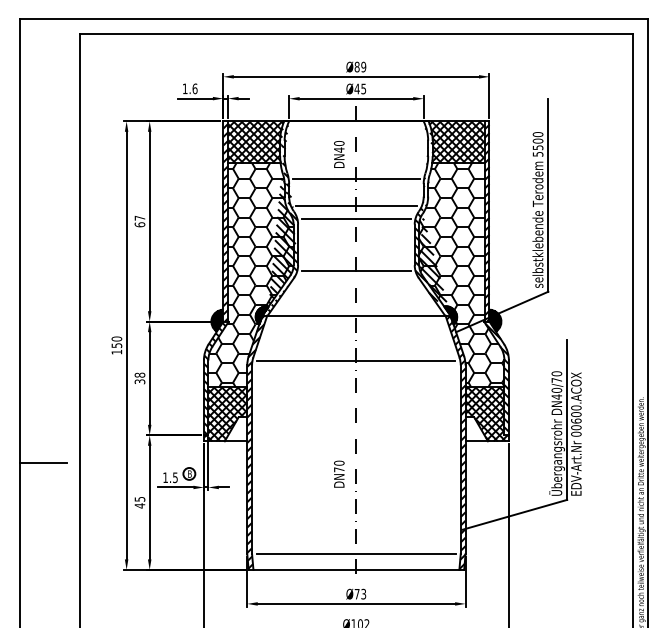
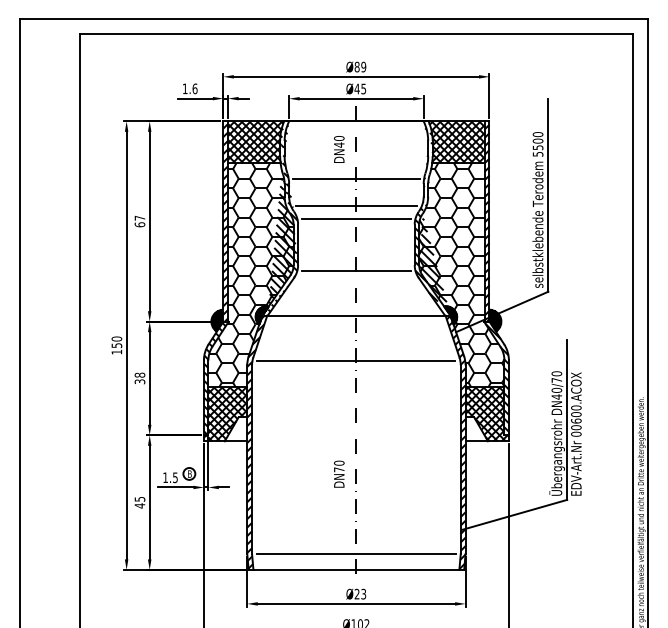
text at (339, 154) position: (339, 154) -> (339, 149)
line at (43, 463): present -> none
text at (356, 593): Ø73 -> Ø23
